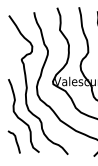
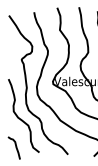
curve at (15, 141) position: (15, 141) -> (15, 147)
